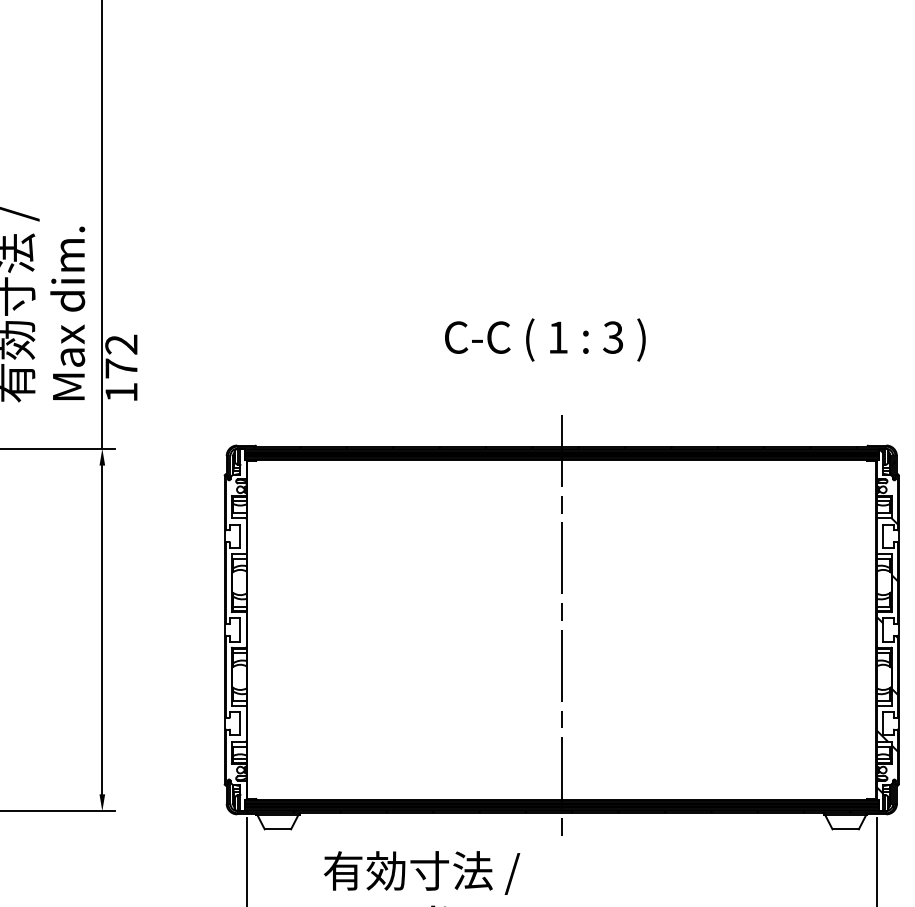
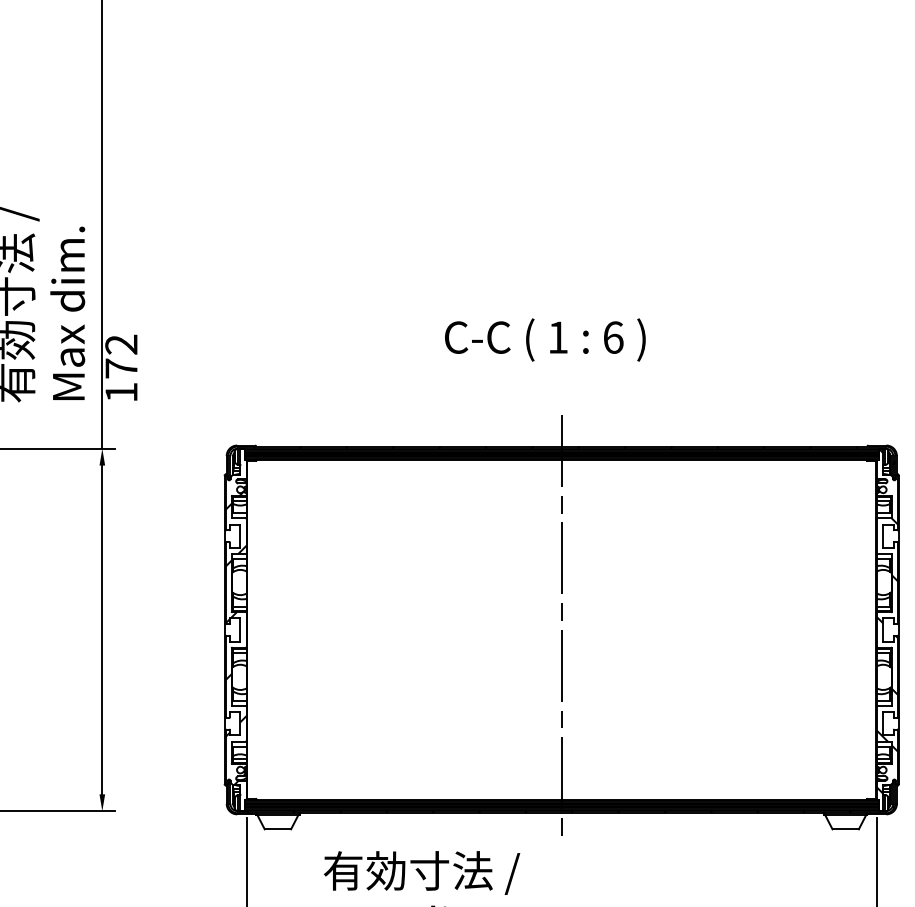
text at (613, 337): 3 -> 6
hatch at (235, 637): none -> present
